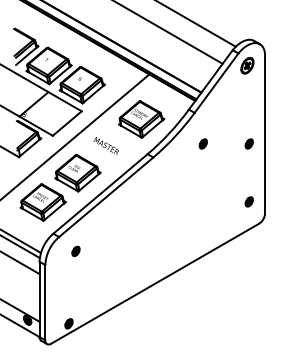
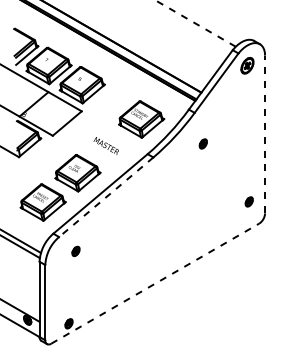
line at (195, 23): solid -> dashed
line at (169, 32): present -> none
line at (265, 134): solid -> dashed
line at (75, 136): present -> none
part at (248, 143): present -> none
line at (106, 197): solid -> dashed
line at (20, 263): present -> none
line at (155, 283): solid -> dashed
